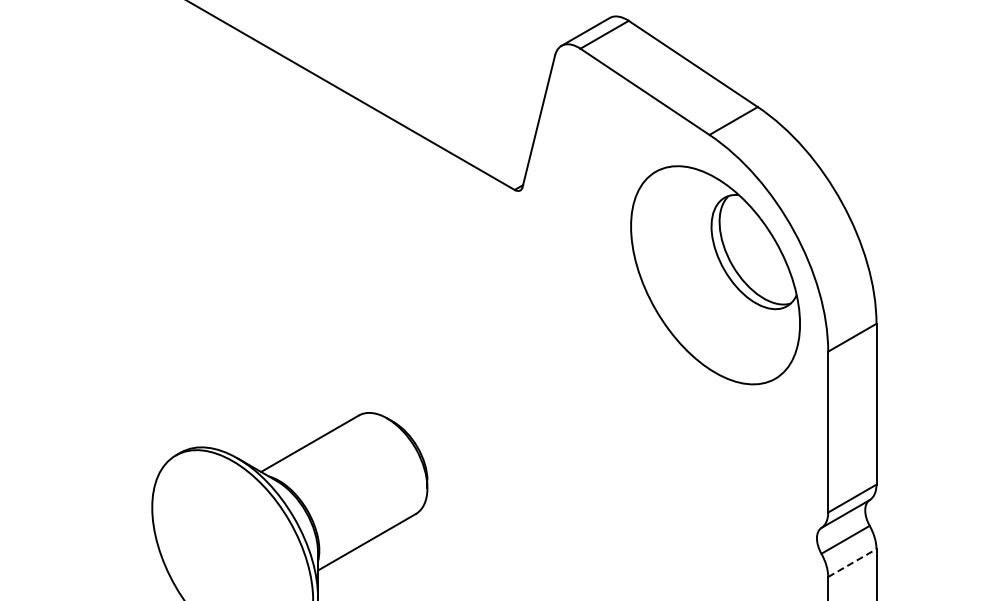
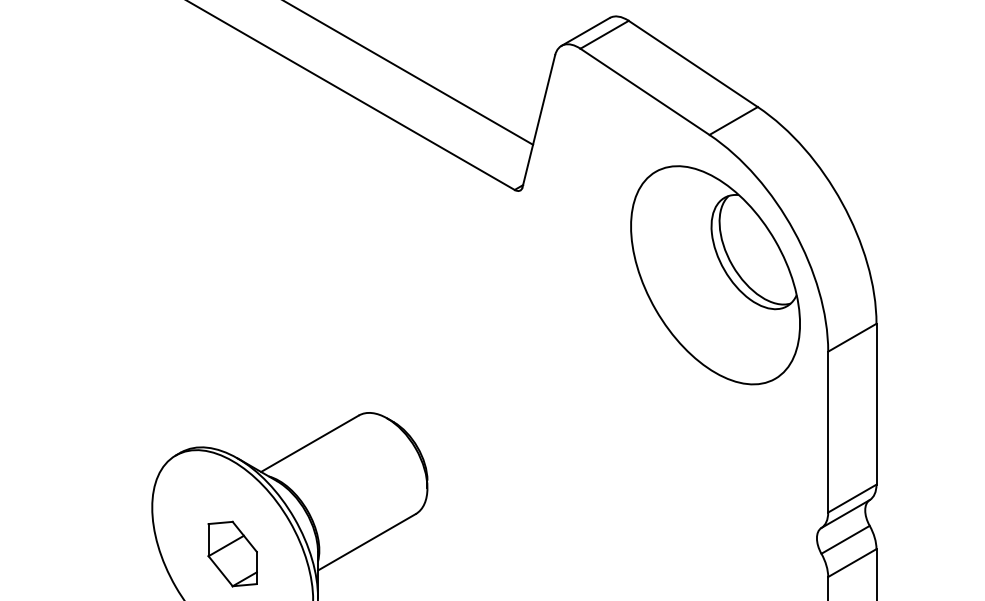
line at (409, 73): none -> present
part at (232, 553): none -> present
line at (852, 563): dashed -> solid
